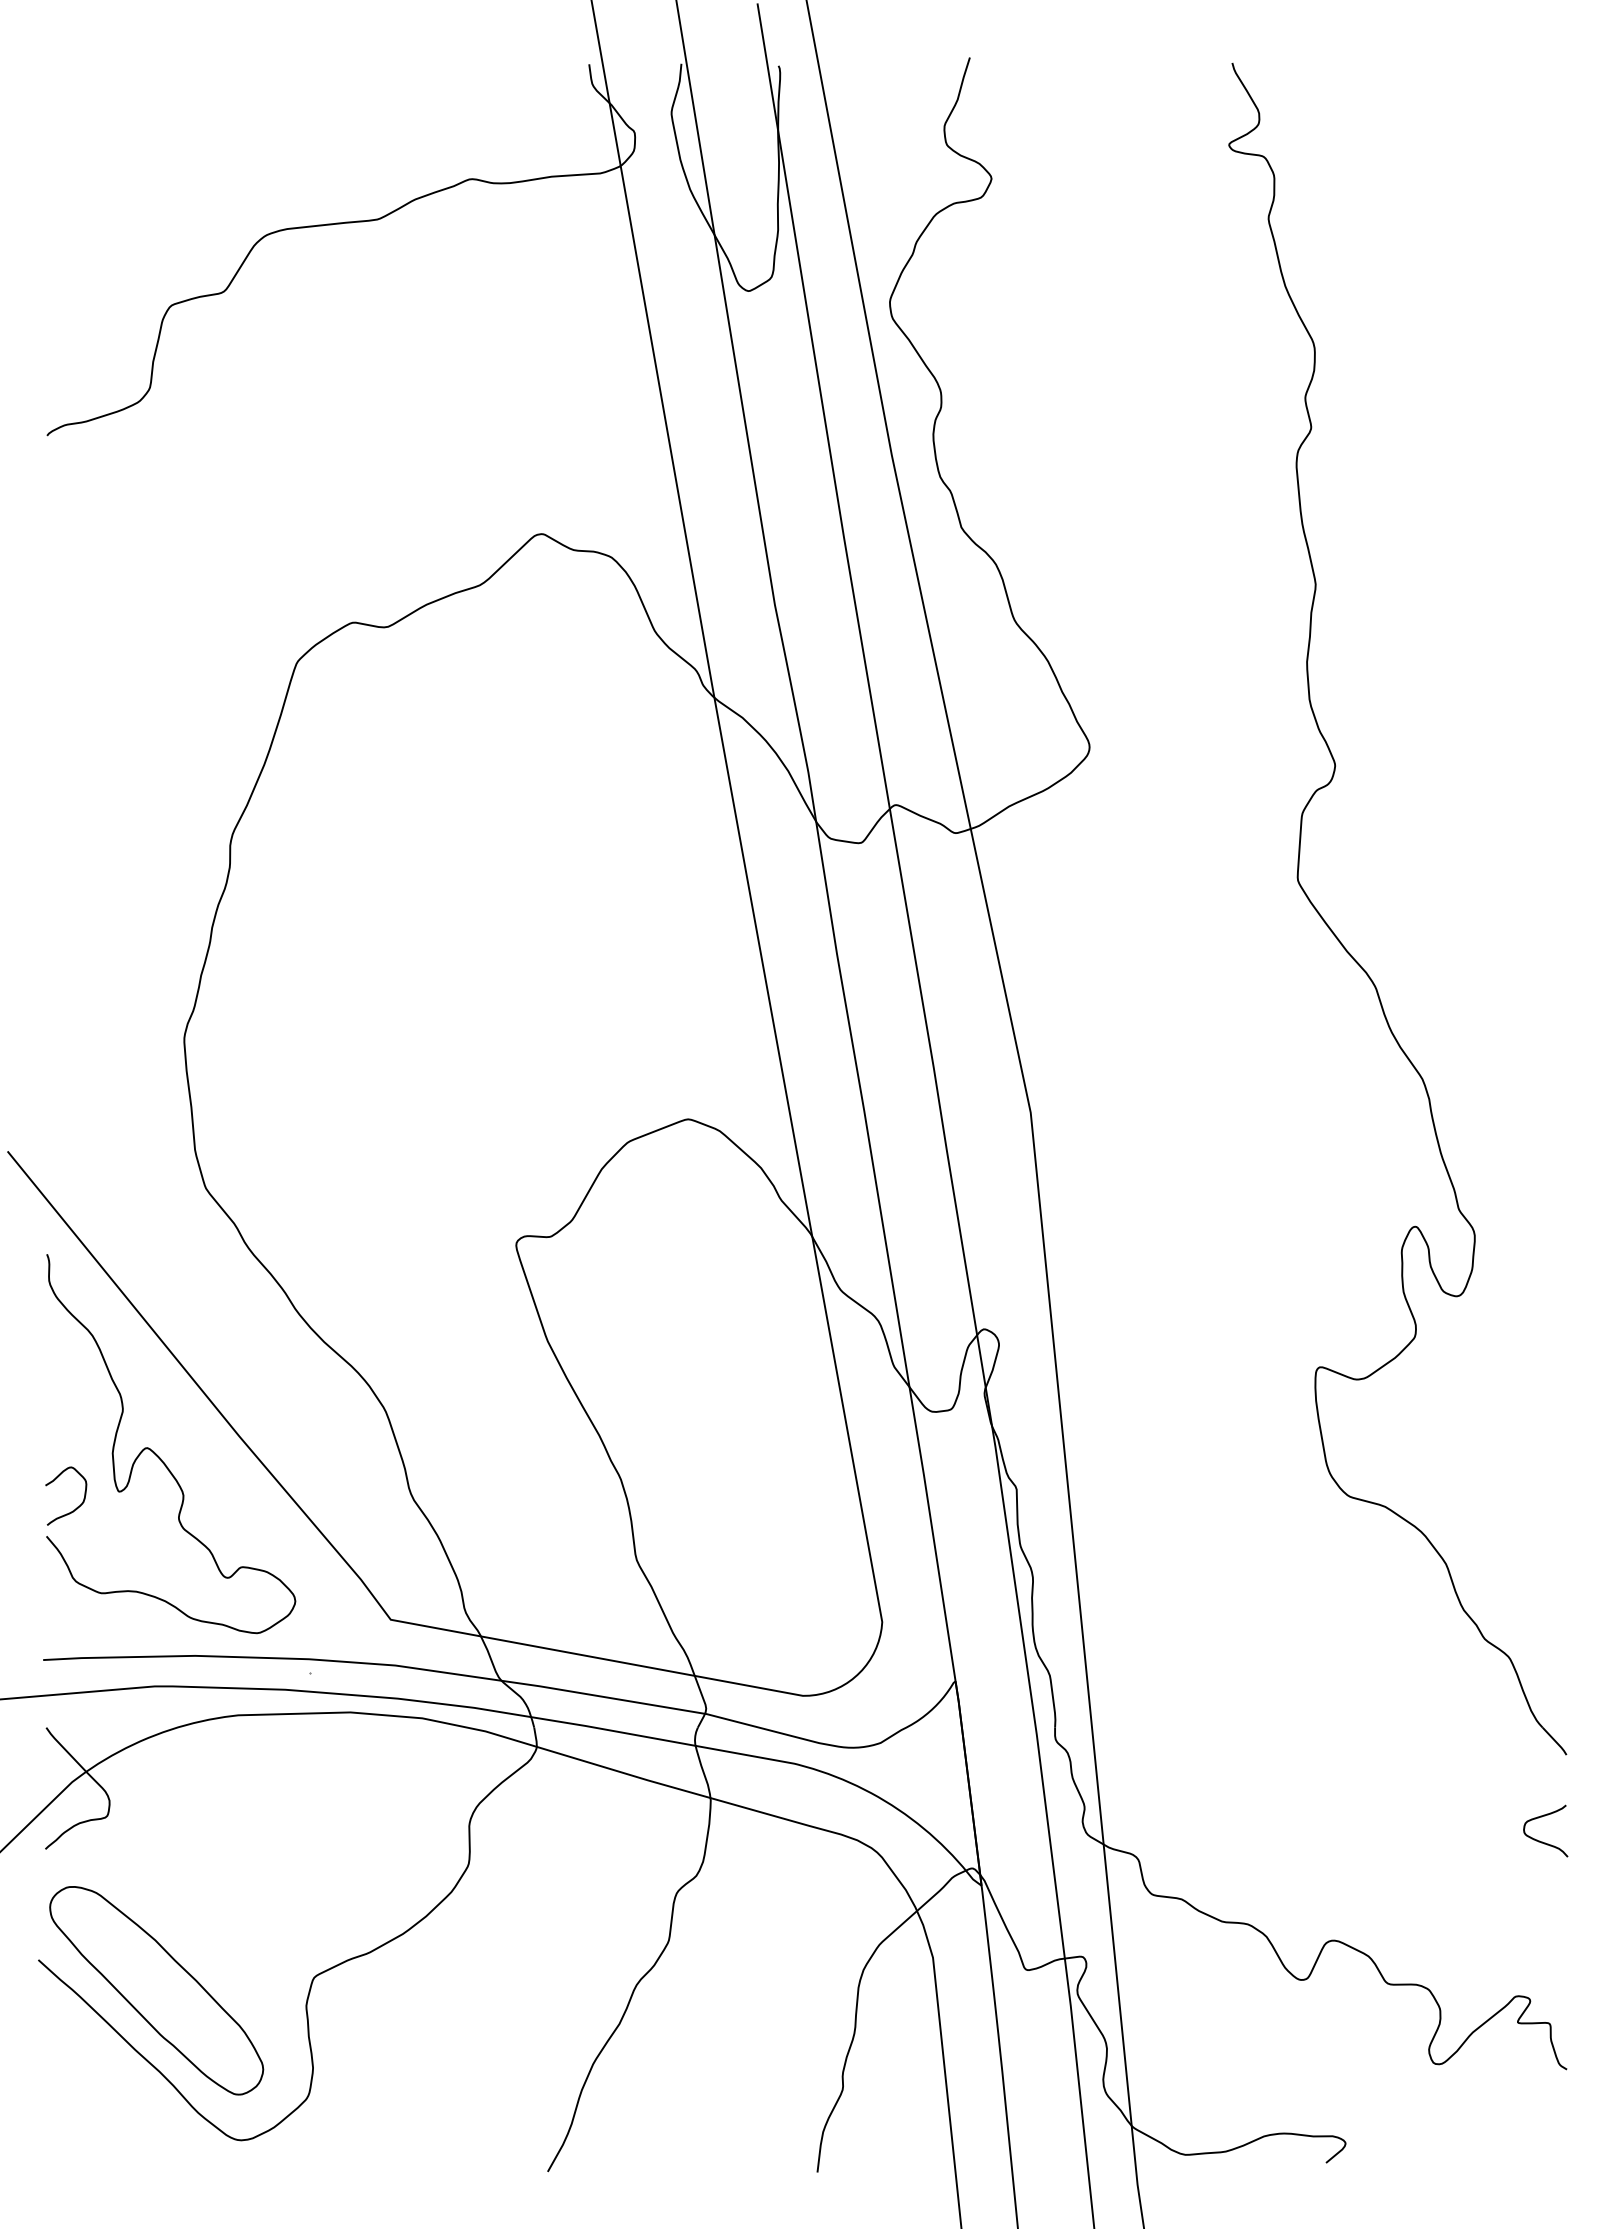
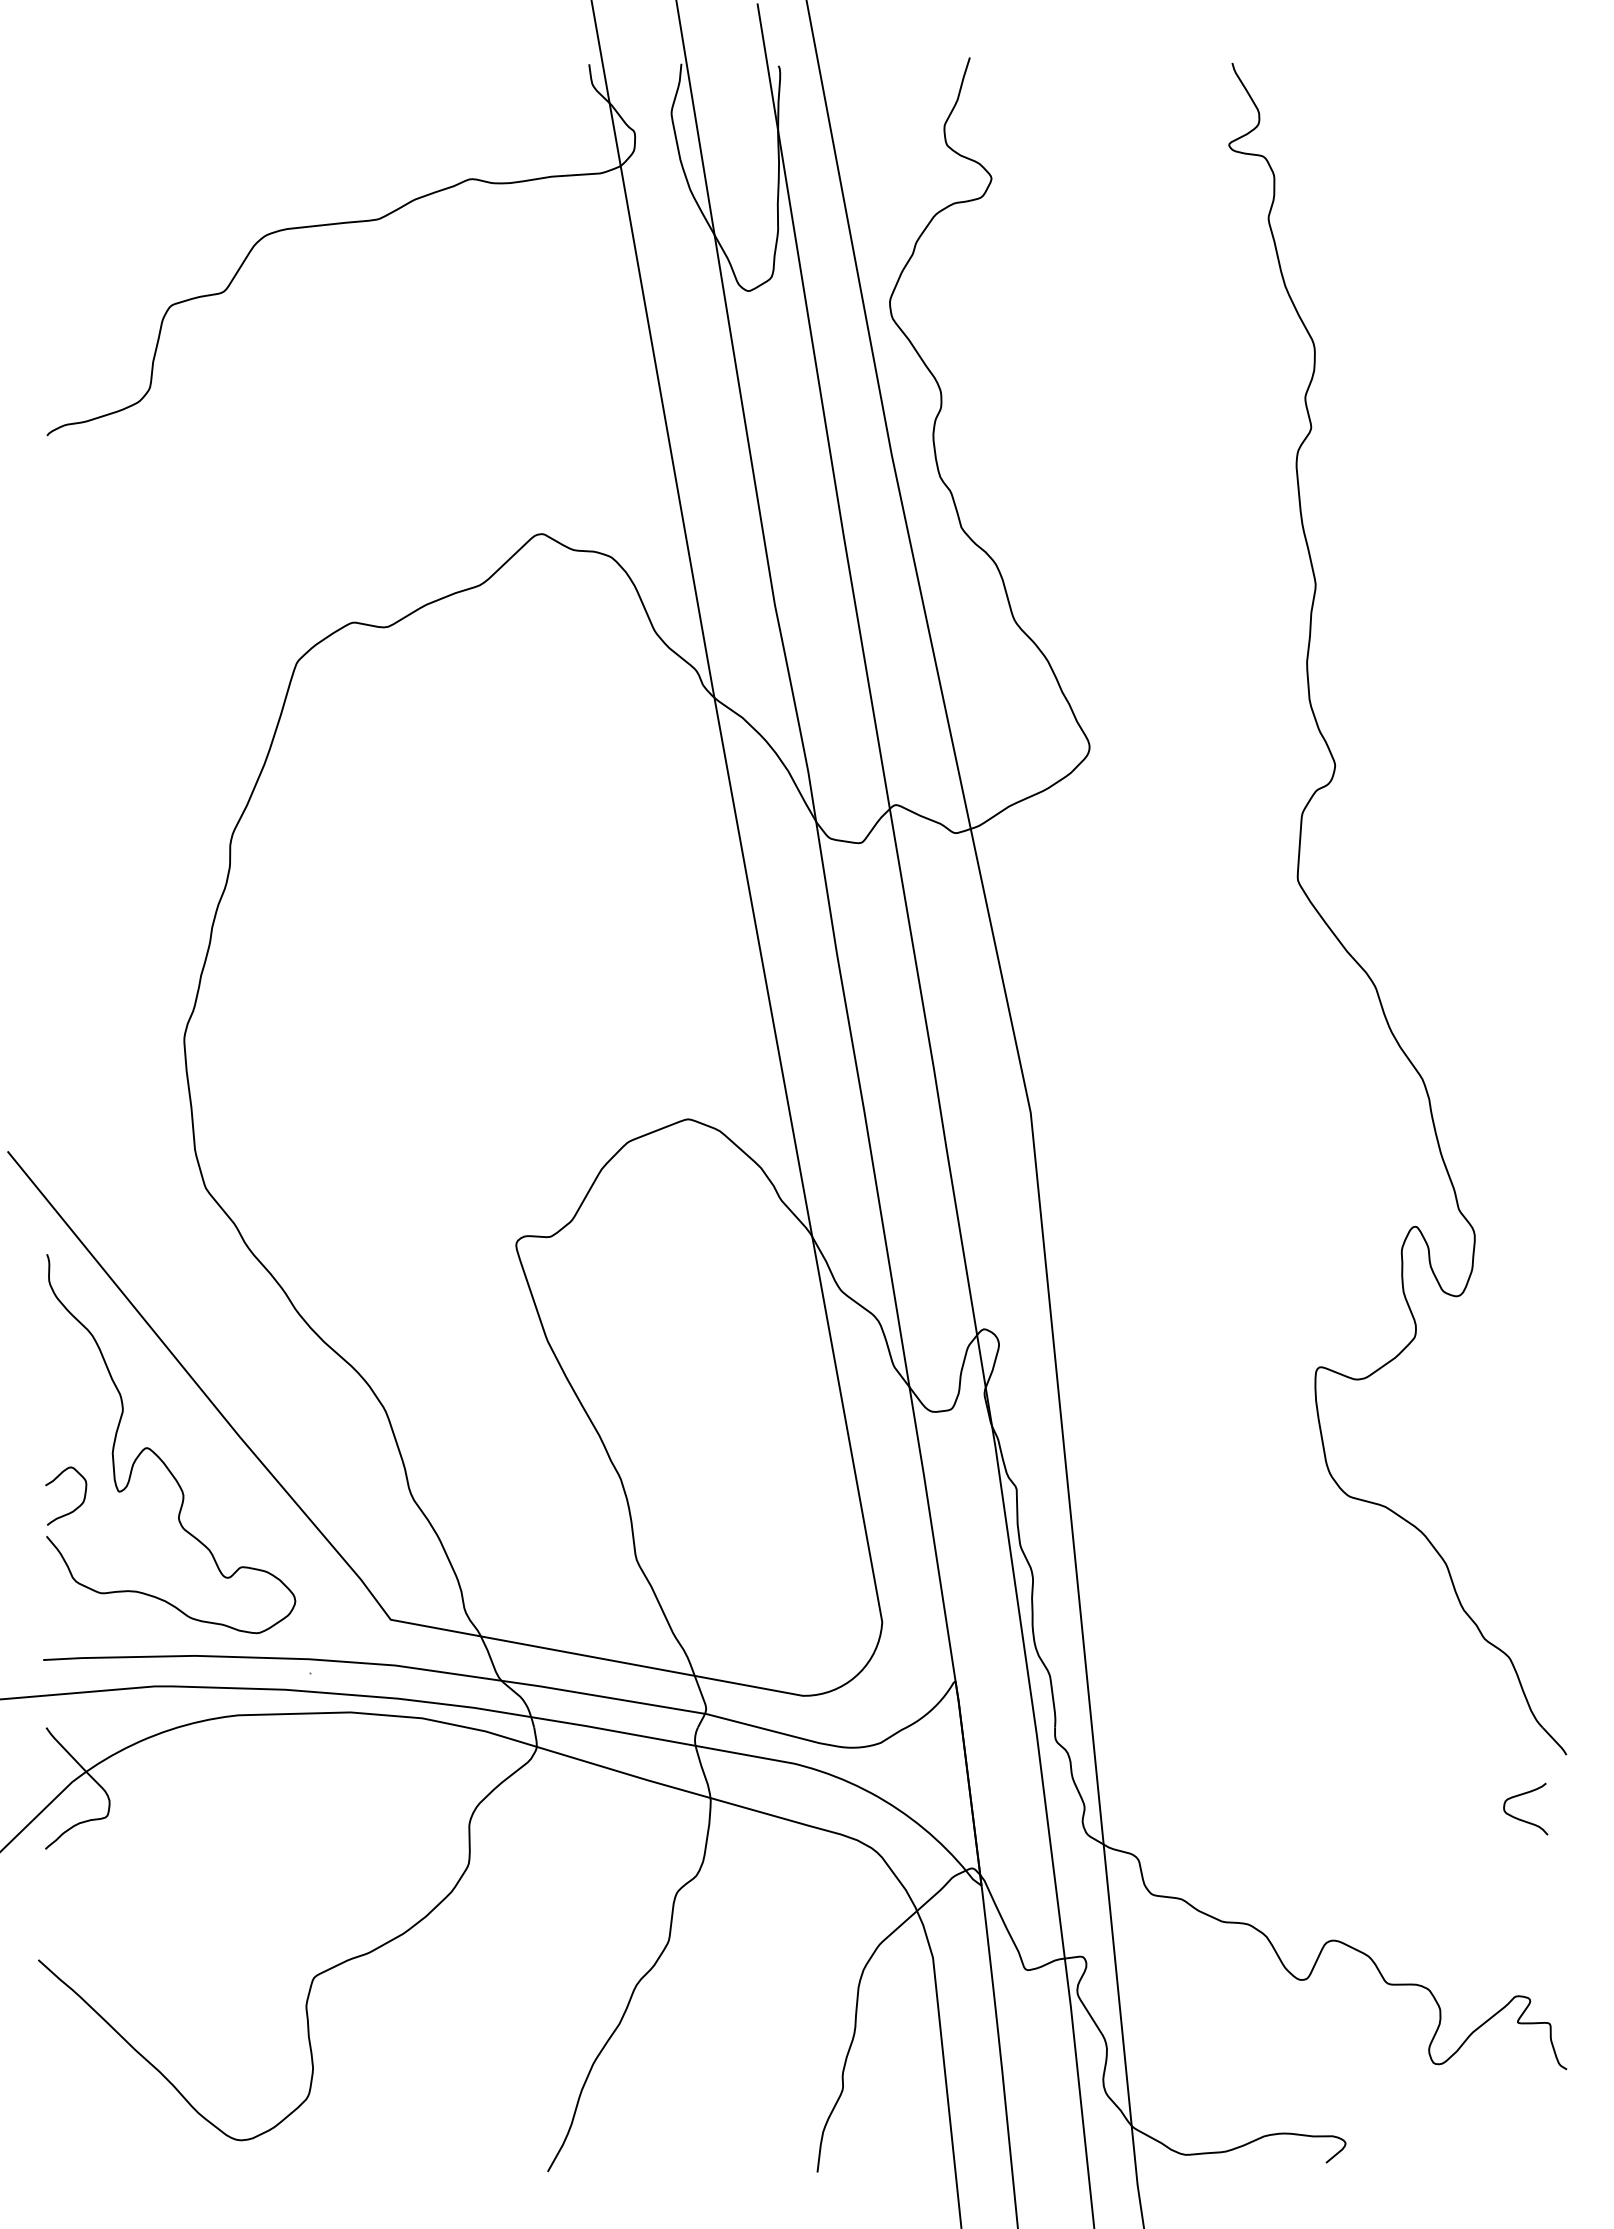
curve at (1542, 1841) position: (1542, 1841) -> (1522, 1819)
part at (156, 1990): present -> none
